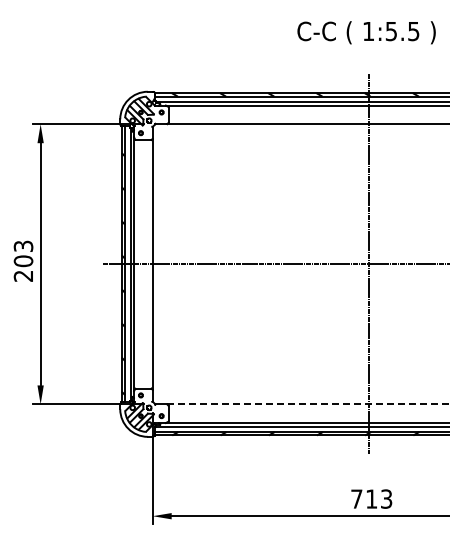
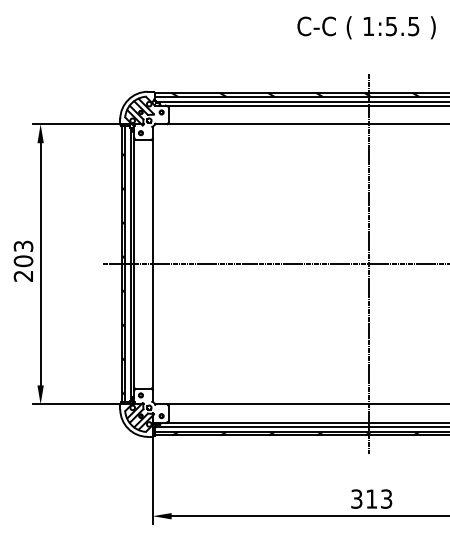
text at (366, 32) position: (366, 32) -> (366, 27)
line at (308, 404): dashed -> solid
text at (356, 498): 713 -> 313
